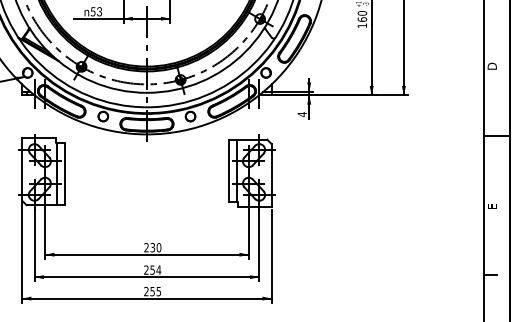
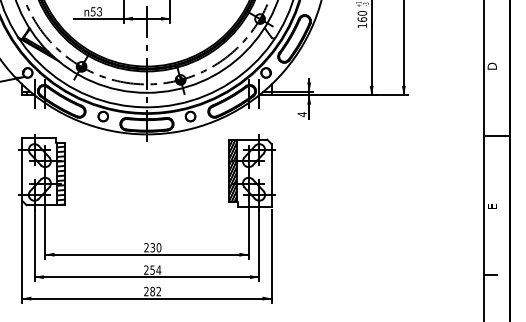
hatch at (232, 170): none -> present
hatch at (60, 175): none -> present
text at (155, 291): 255 -> 282
